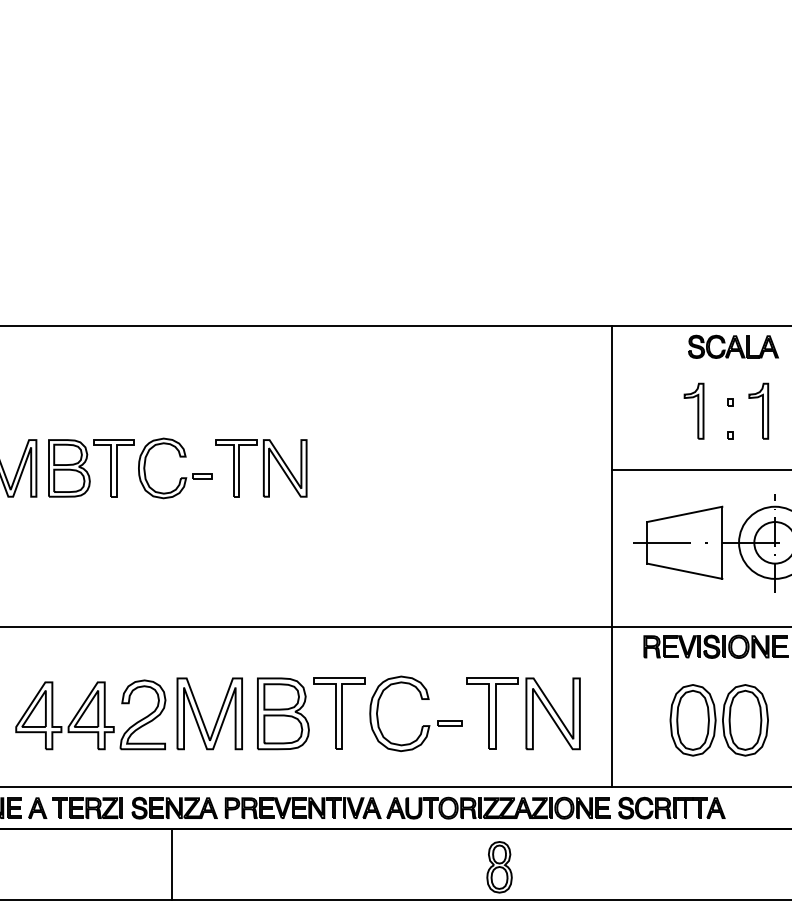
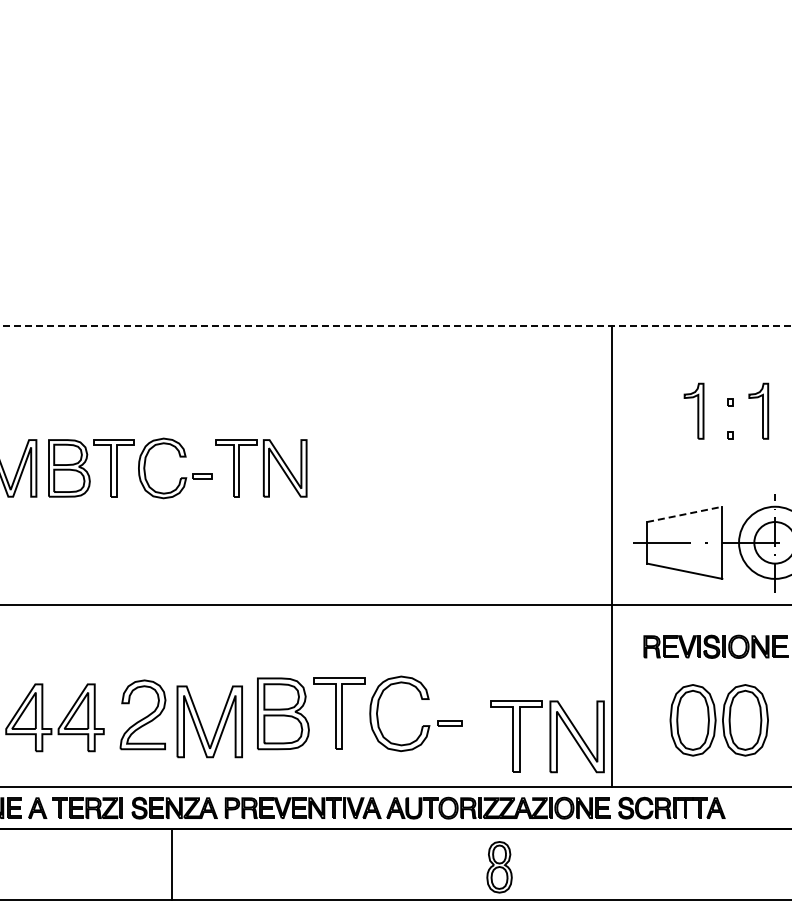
line at (396, 326): solid -> dashed
part at (733, 346): present -> none
line at (700, 469): present -> none
line at (685, 514): solid -> dashed
line at (395, 626) position: (395, 626) -> (395, 604)
part at (523, 713) position: (523, 713) -> (547, 736)
part at (201, 714) position: (201, 714) -> (201, 722)
part at (71, 720) position: (71, 720) -> (61, 722)
